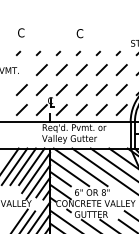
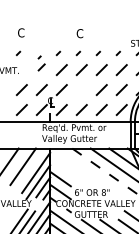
part at (41, 63) size: 13x27 px -> 9x17 px
line at (81, 90): present -> none
line at (14, 166): present -> none
line at (31, 166): present -> none
line at (80, 167): present -> none
line at (69, 172): present -> none
line at (105, 172): solid -> dashed
